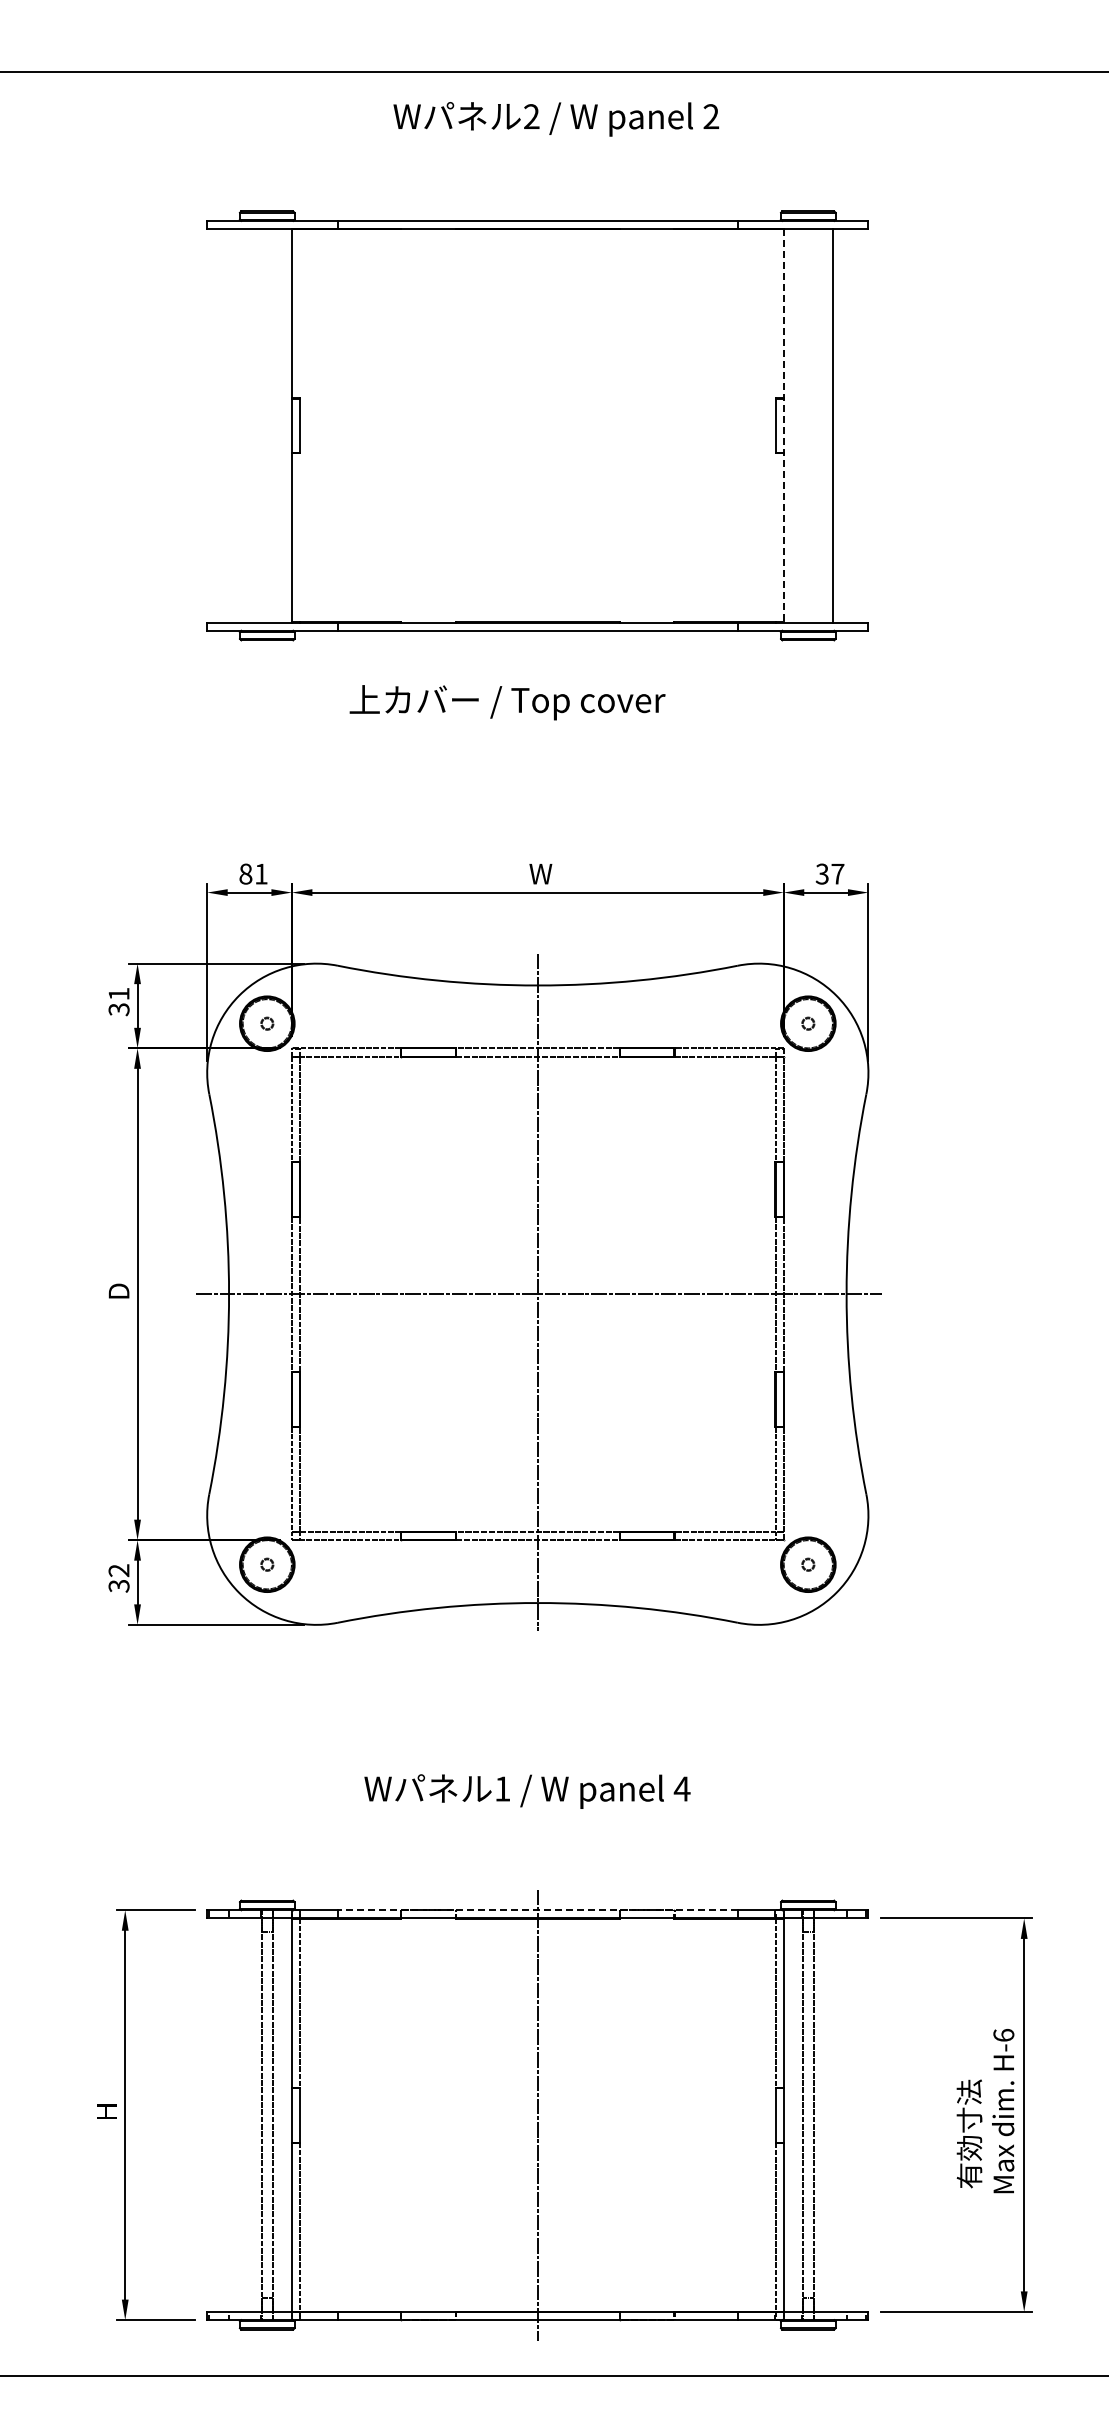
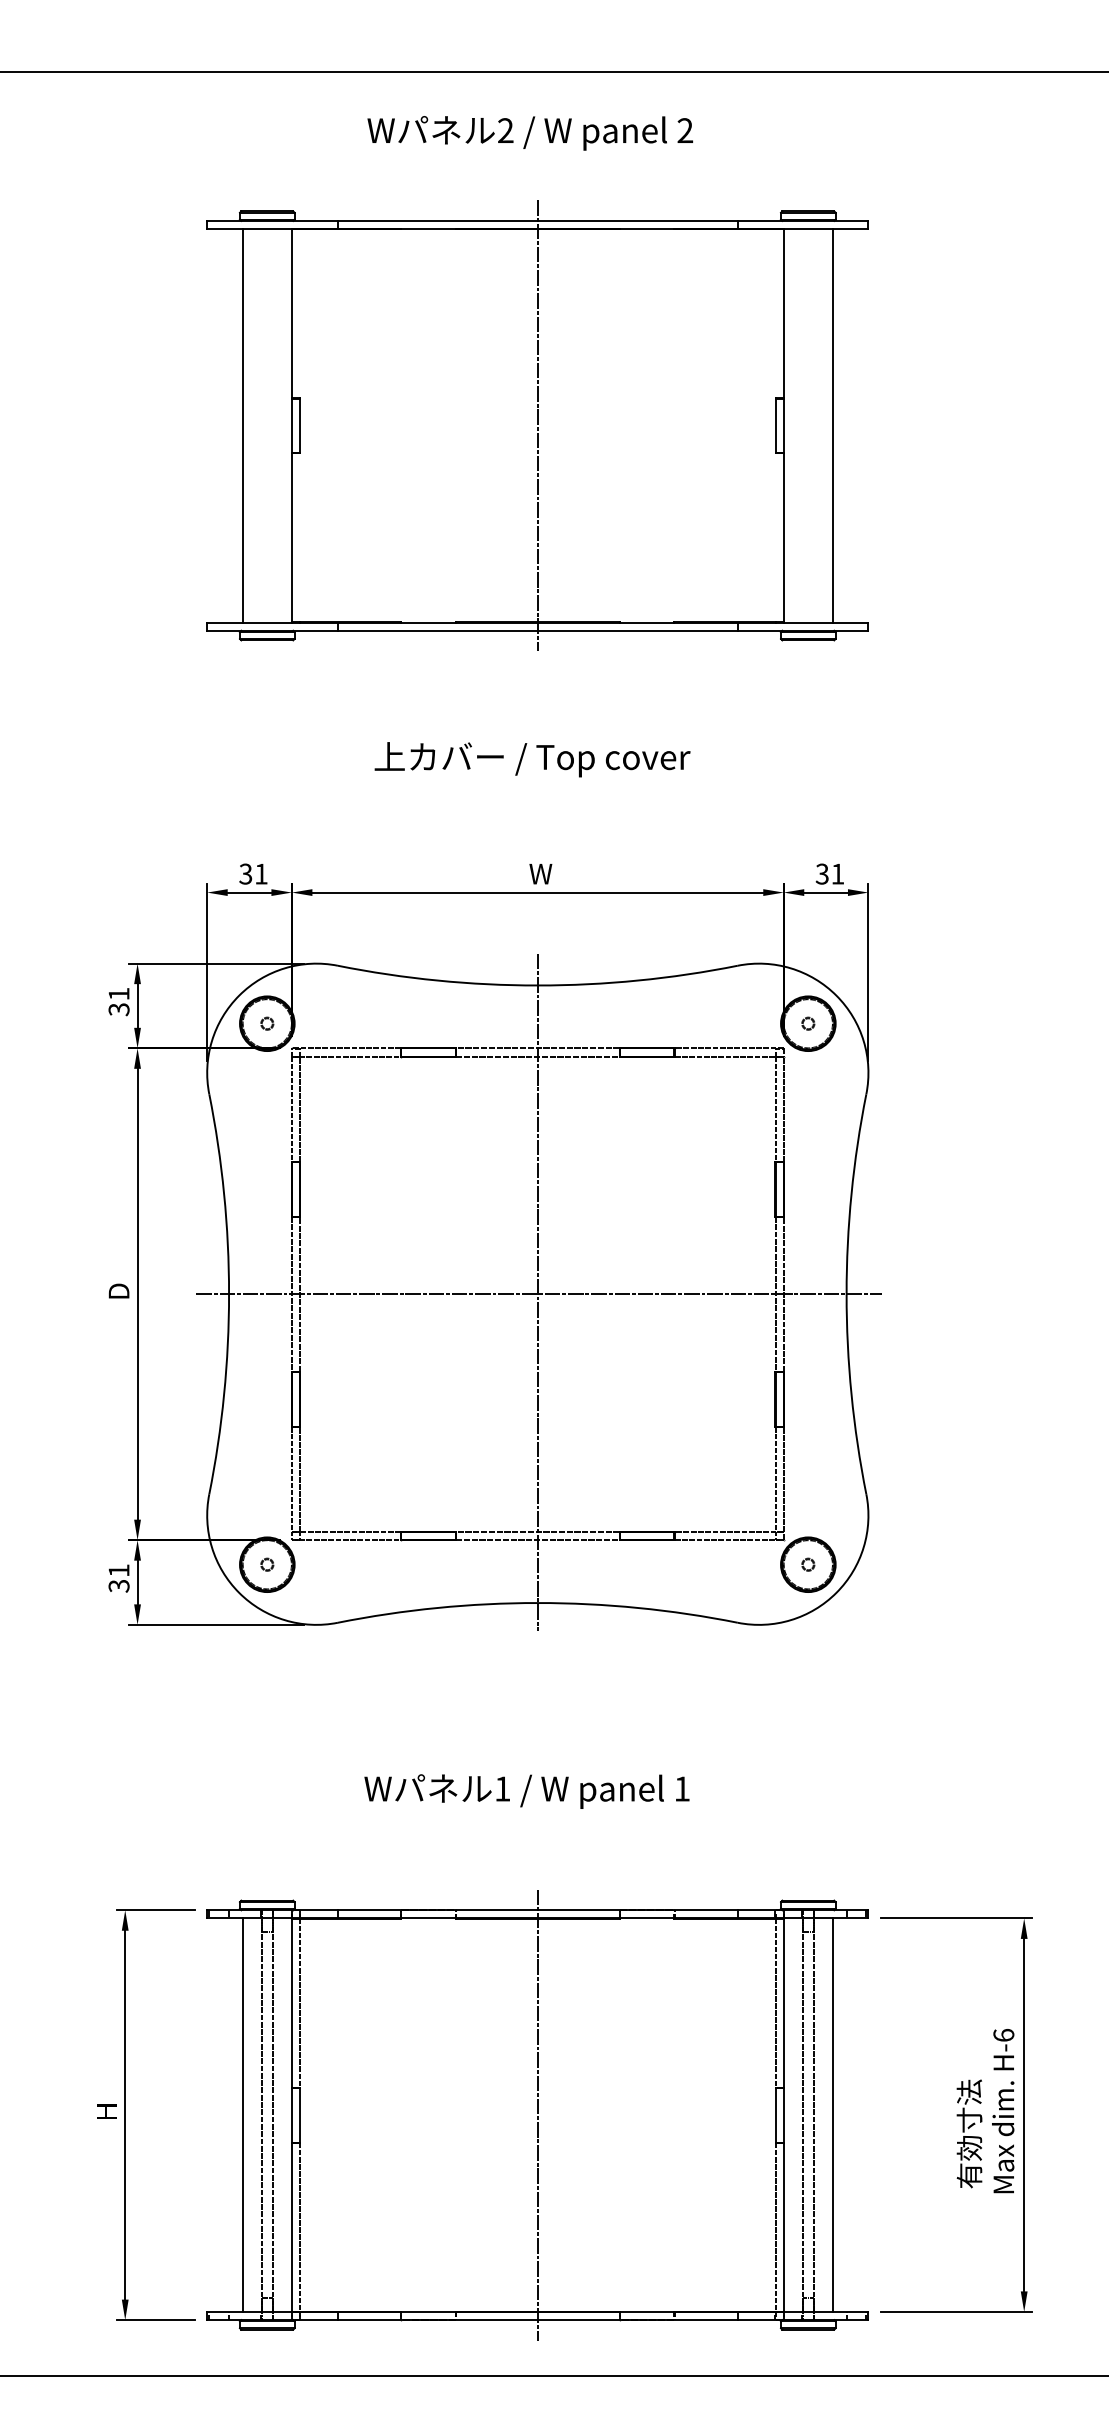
text at (555, 119) position: (555, 119) -> (529, 133)
line at (242, 425): none -> present
line at (537, 425): none -> present
line at (783, 425): dashed -> solid
text at (507, 702) position: (507, 702) -> (532, 759)
text at (245, 873): 81 -> 31
text at (837, 873): 37 -> 31
text at (118, 1570): 32 -> 31
text at (681, 1788): 4 -> 1
line at (537, 1910): dashed -> solid
line at (242, 2114): none -> present
line at (832, 2114): none -> present
